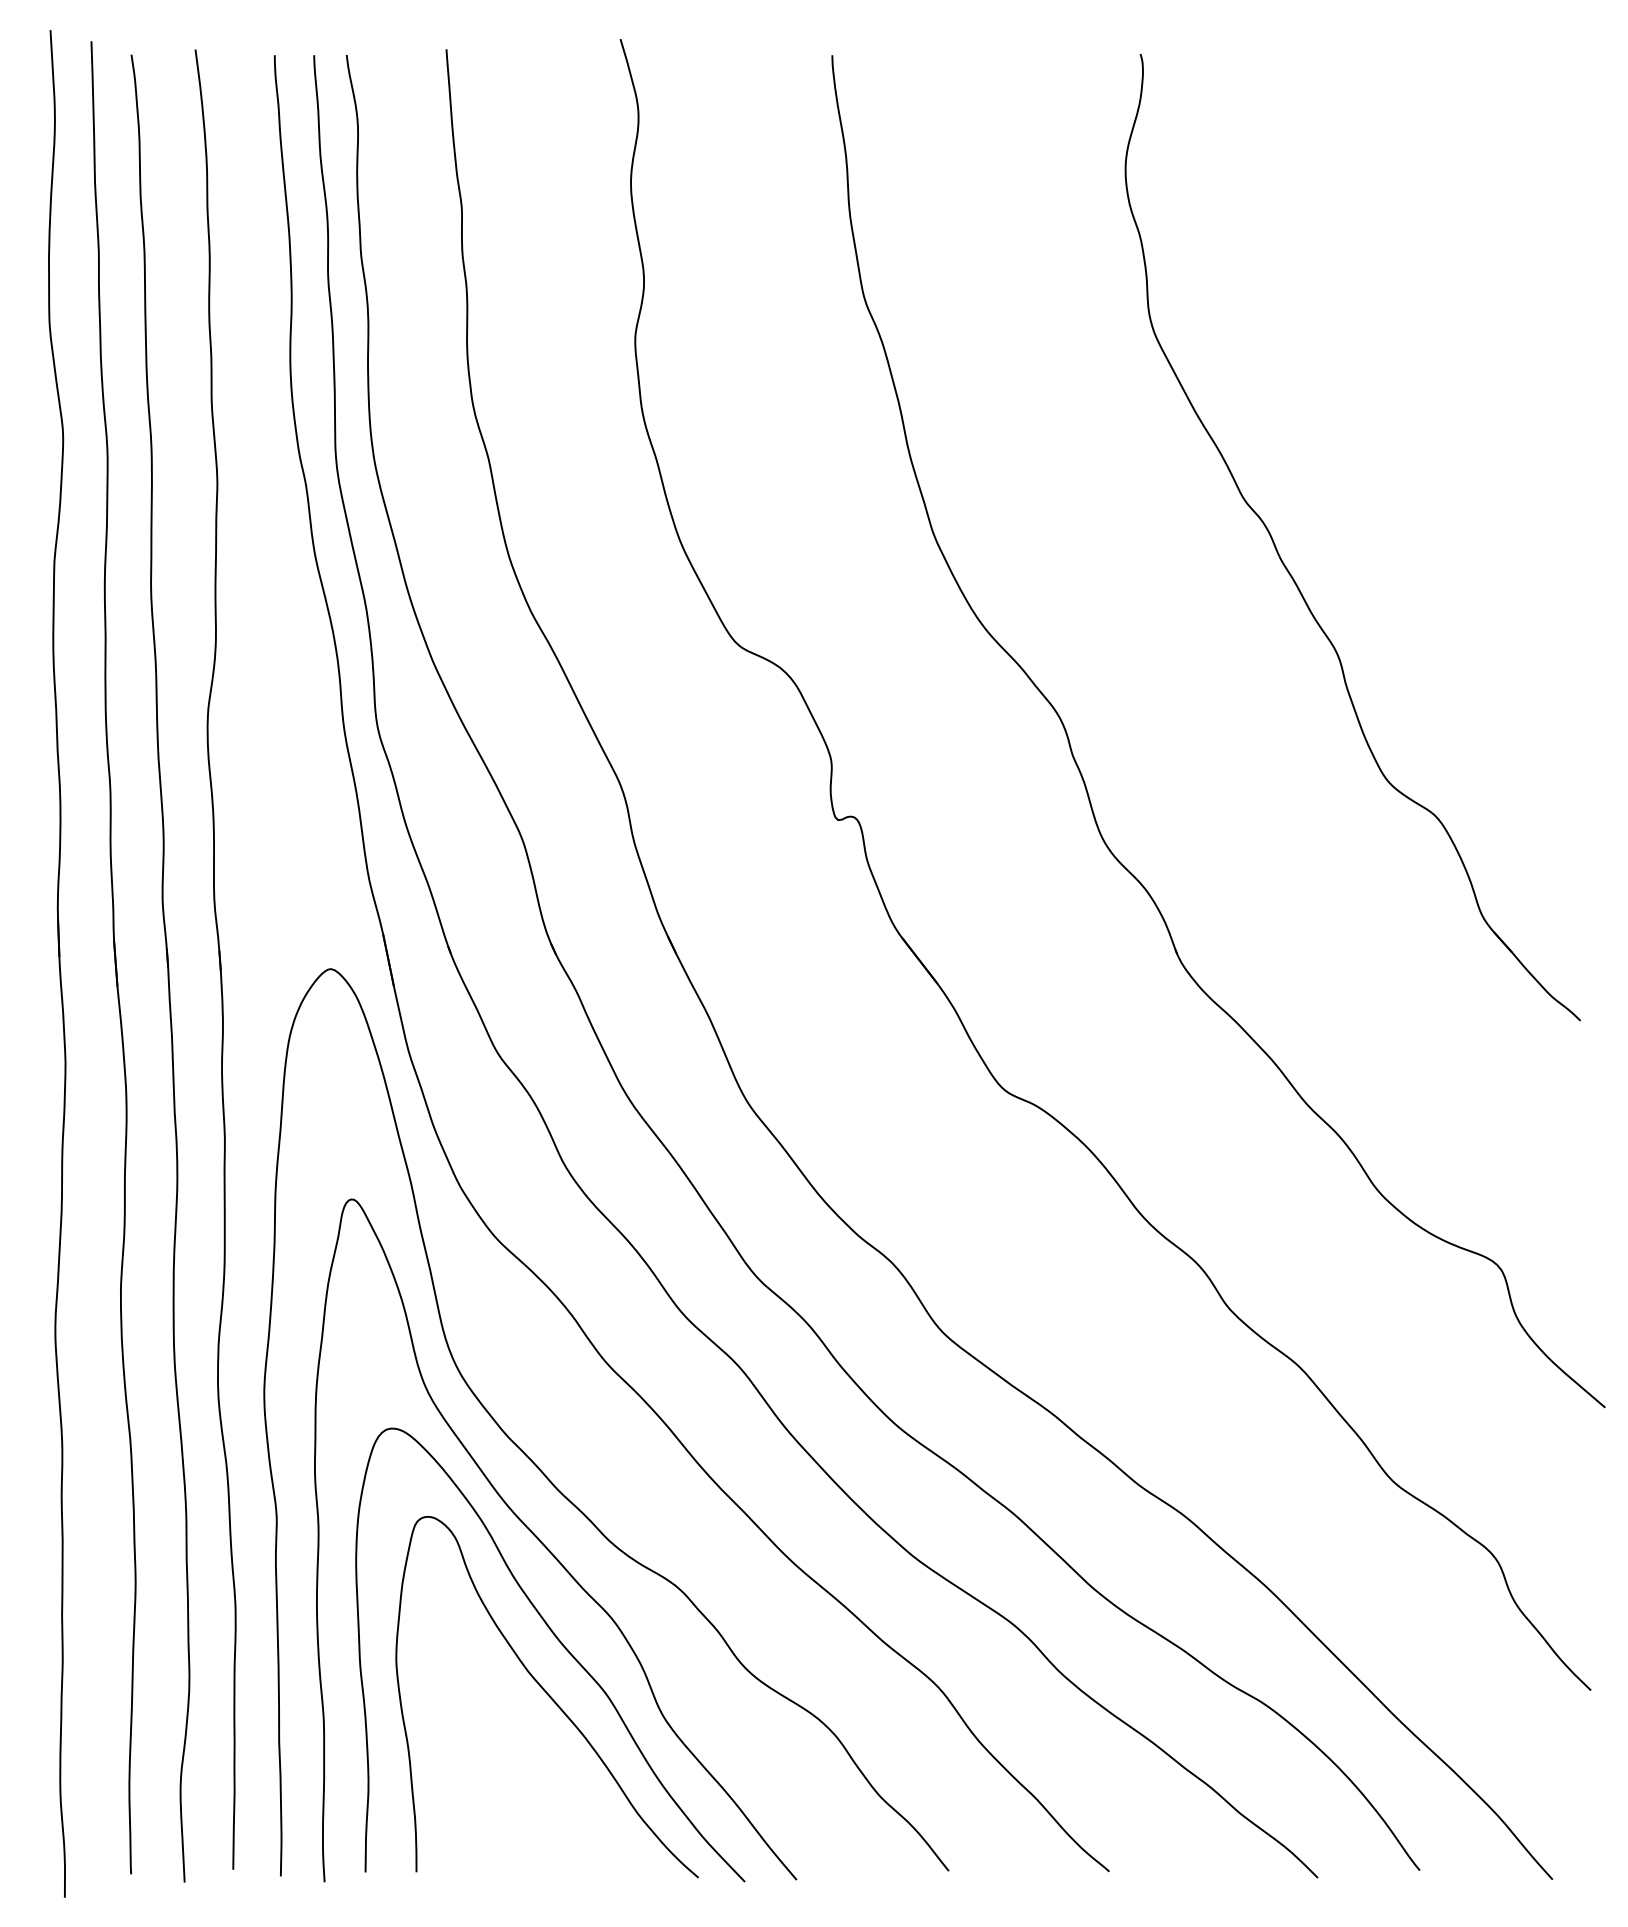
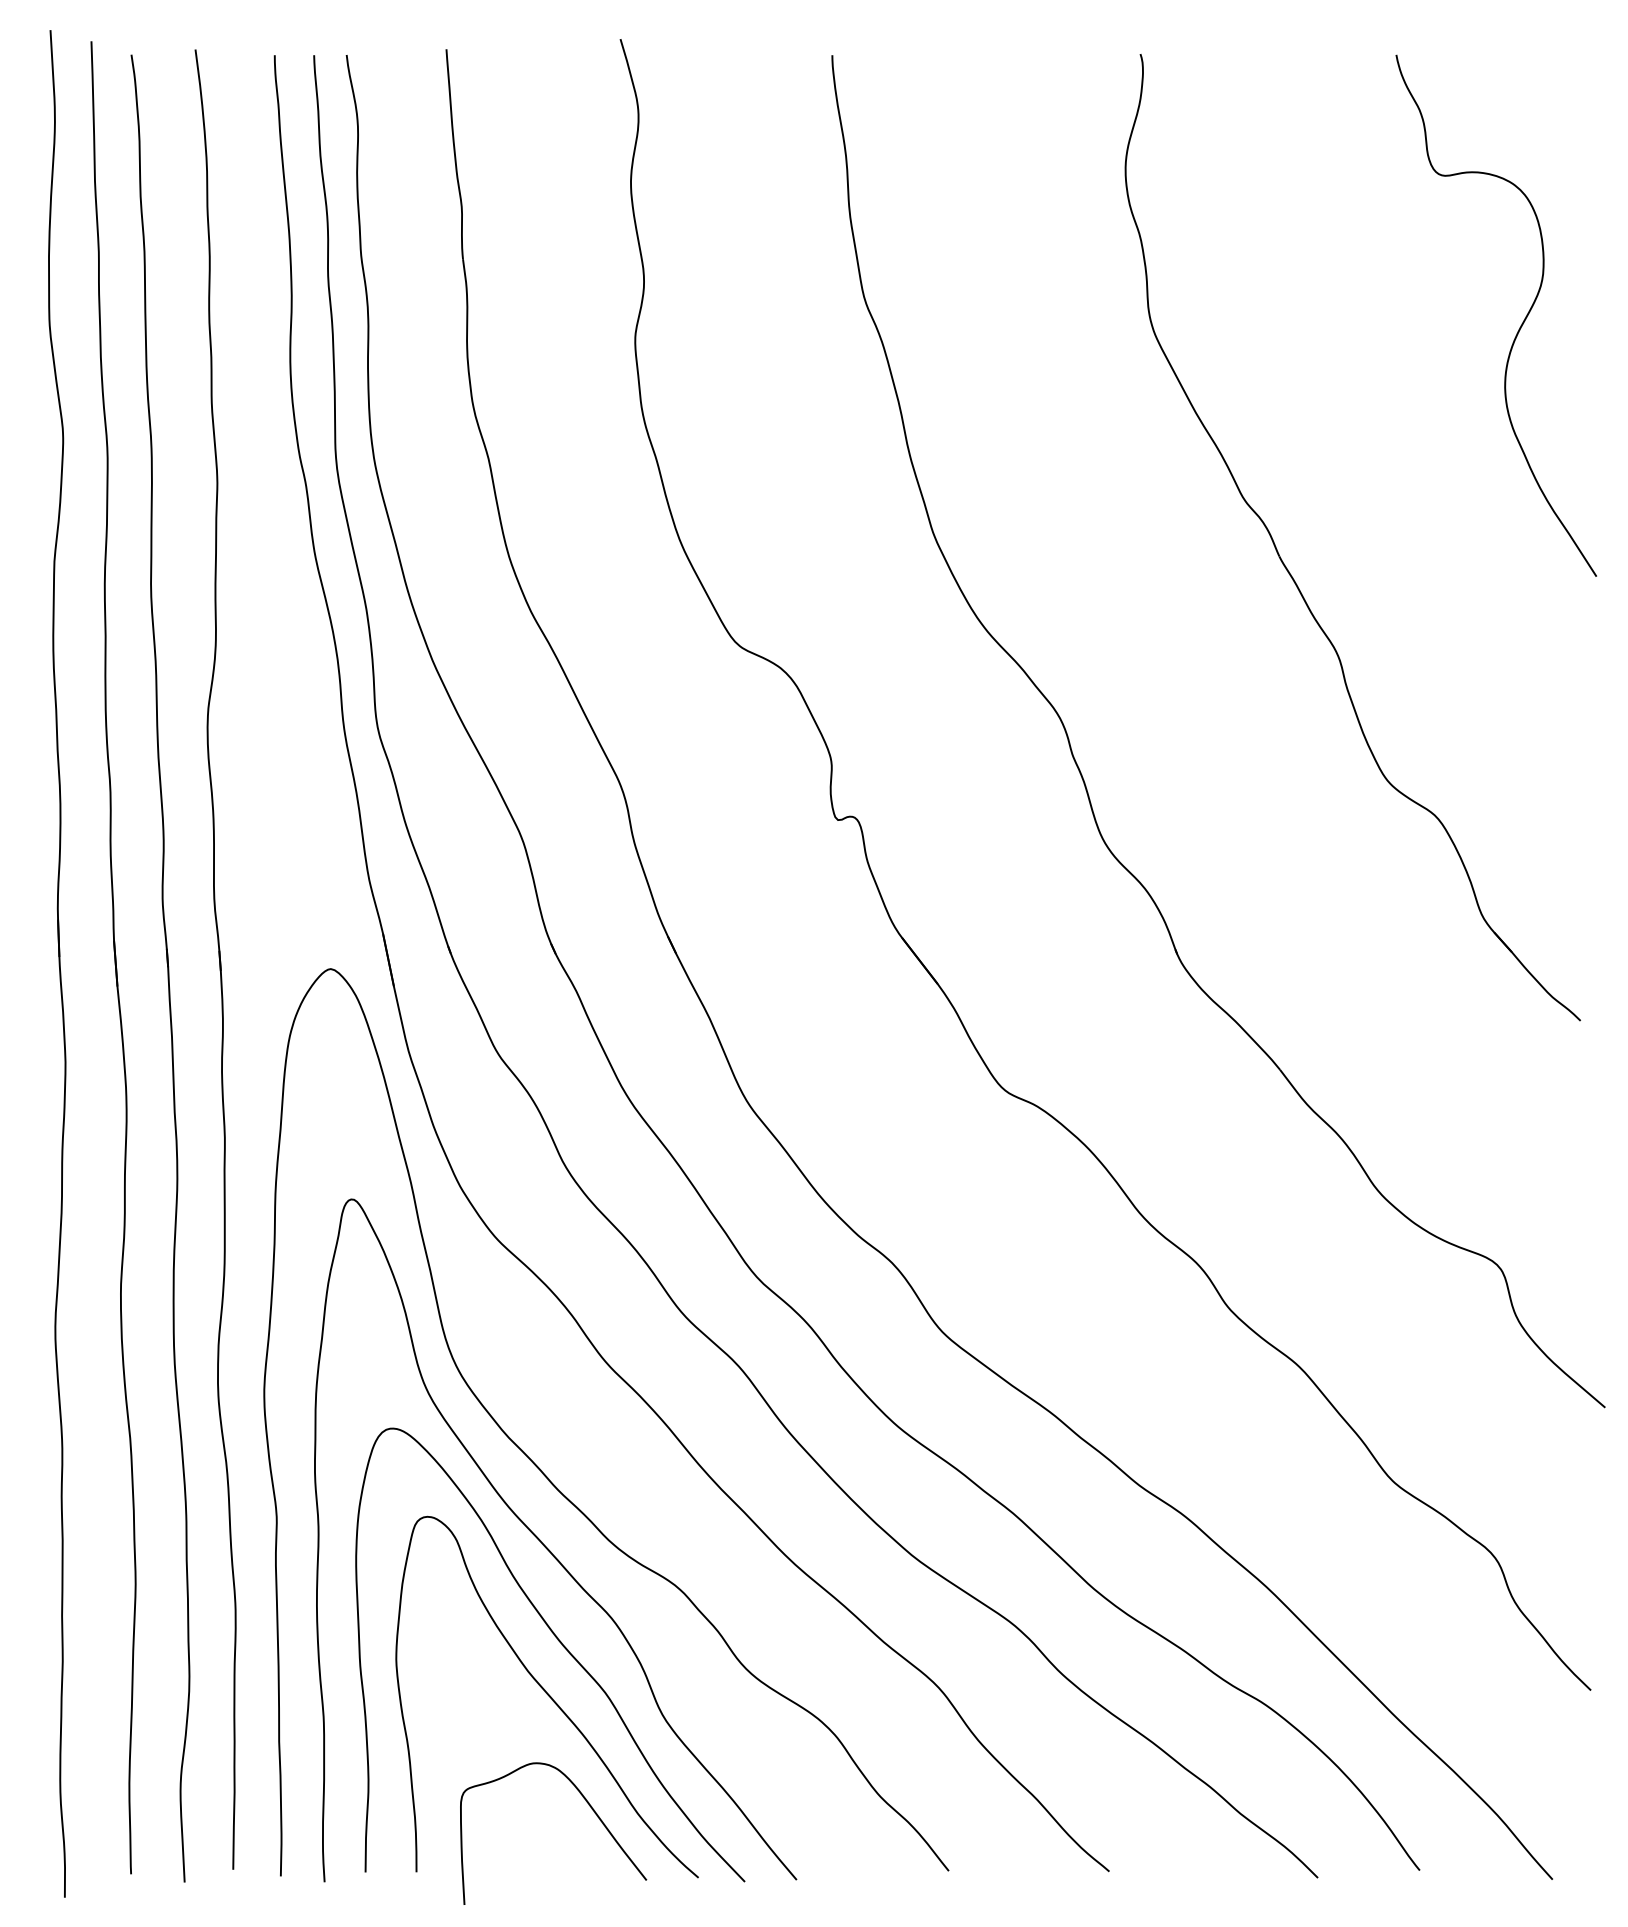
curve at (1519, 327): none -> present
curve at (591, 1809): none -> present
